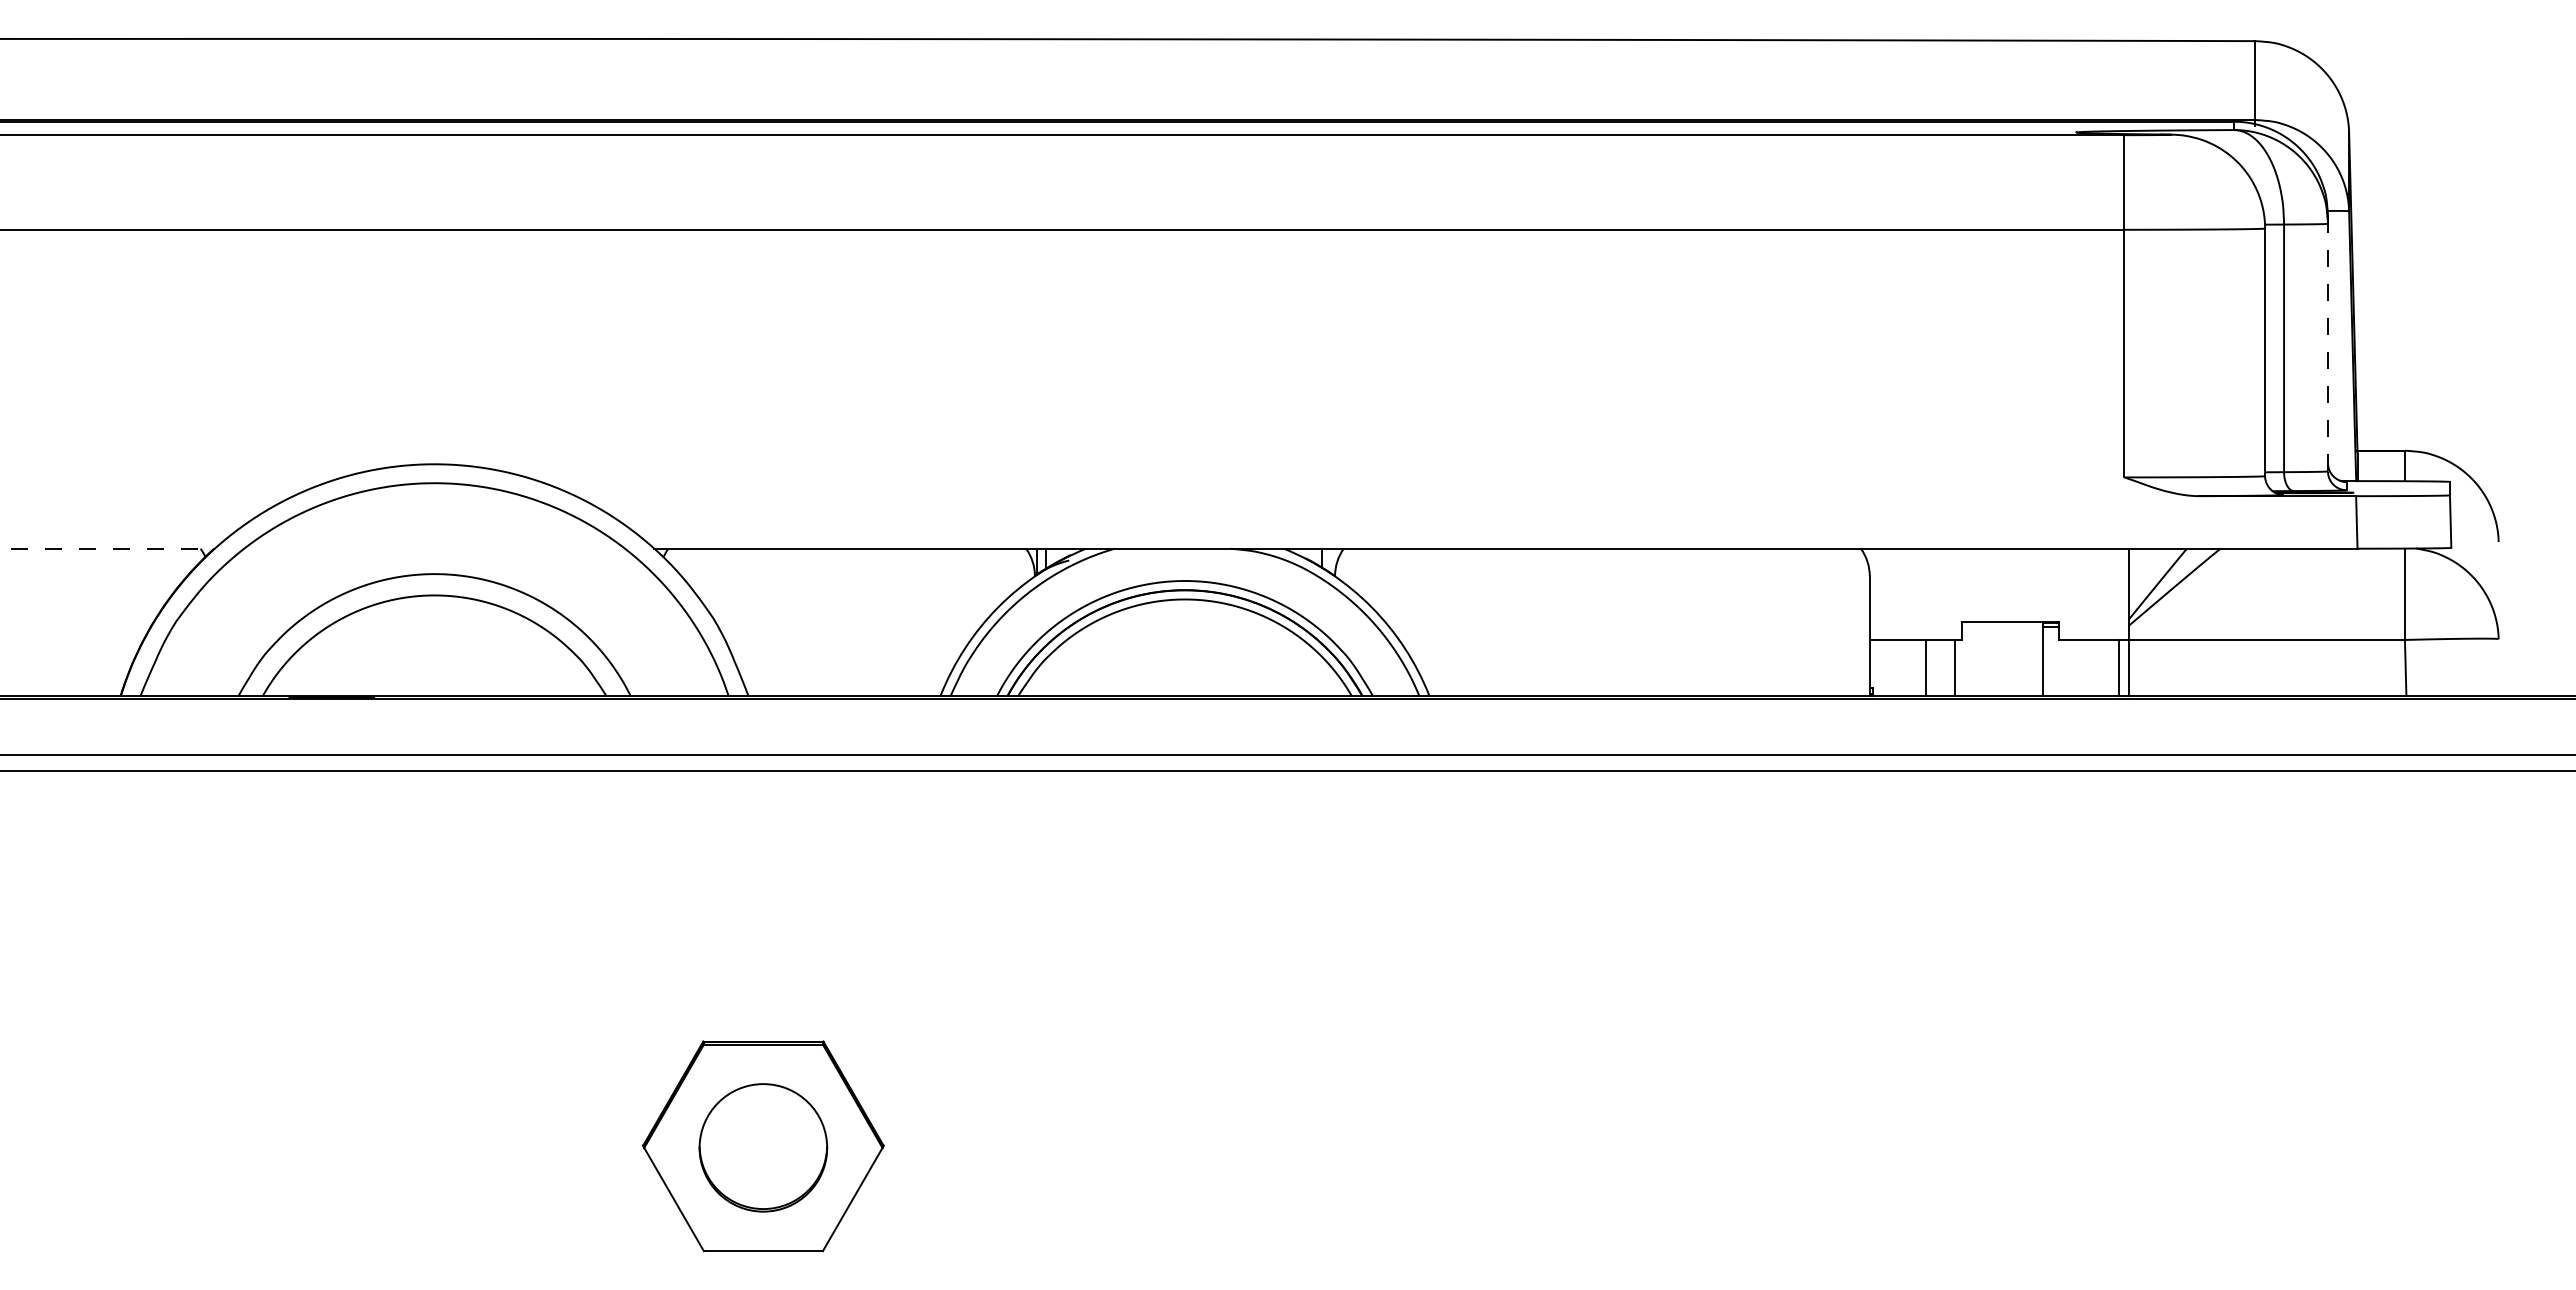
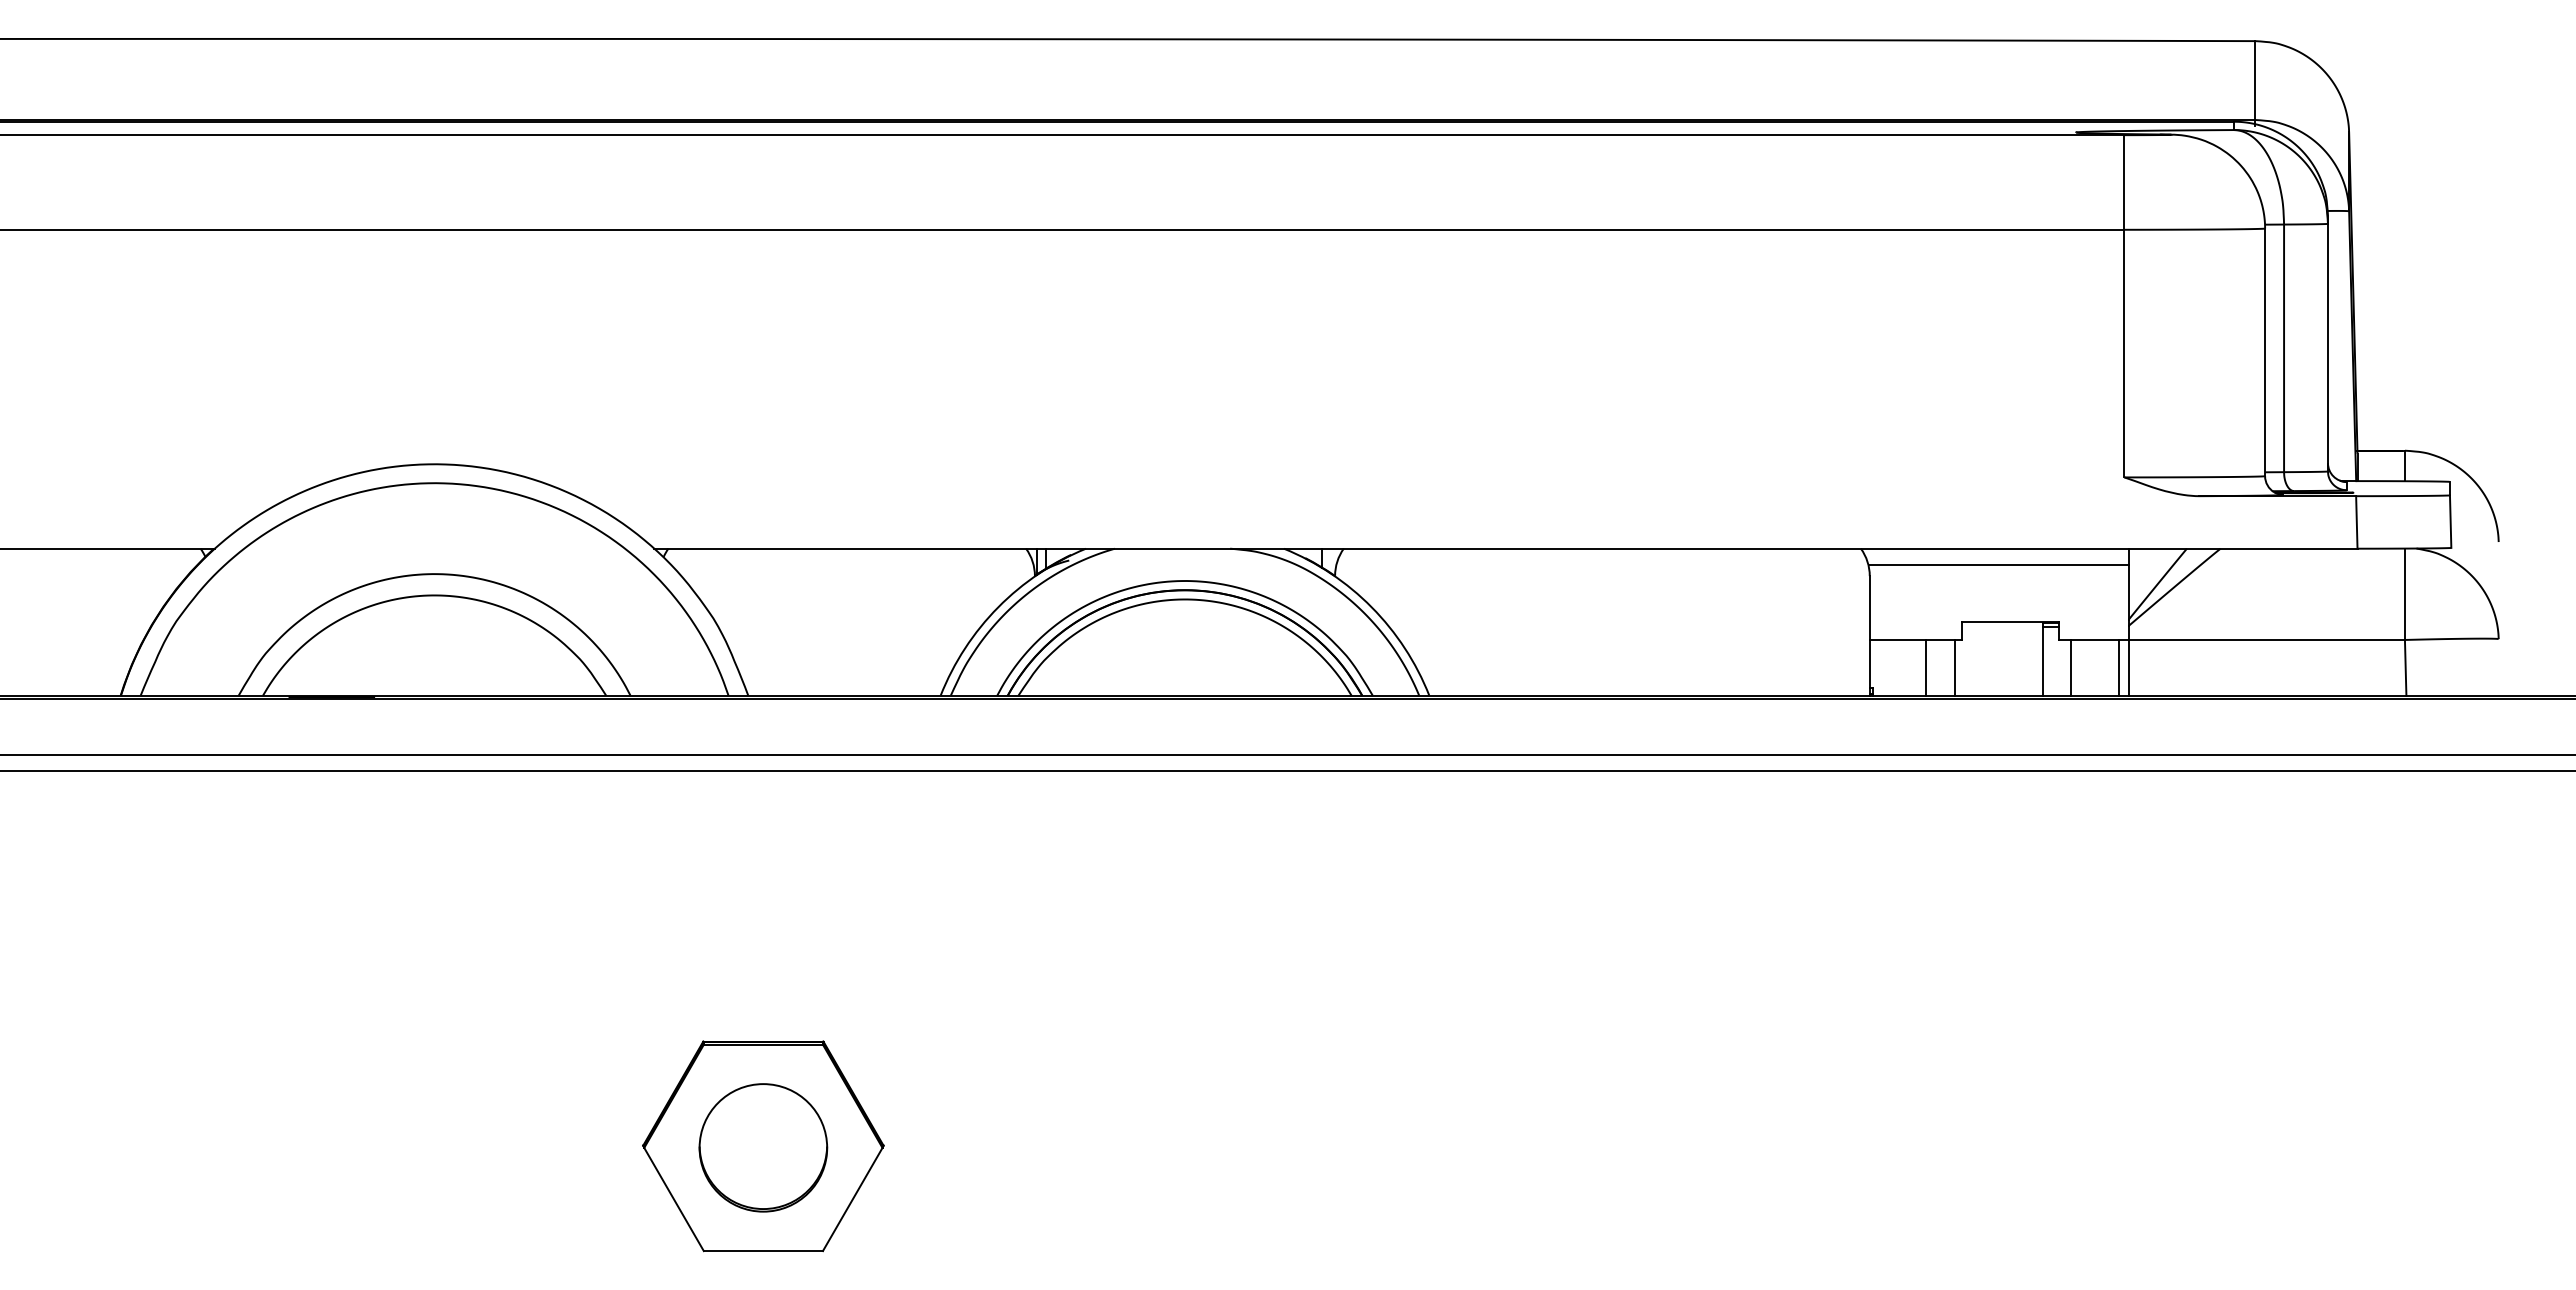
line at (2327, 347): dashed -> solid
line at (107, 548): dashed -> solid
line at (1998, 565): none -> present
line at (2071, 667): none -> present
